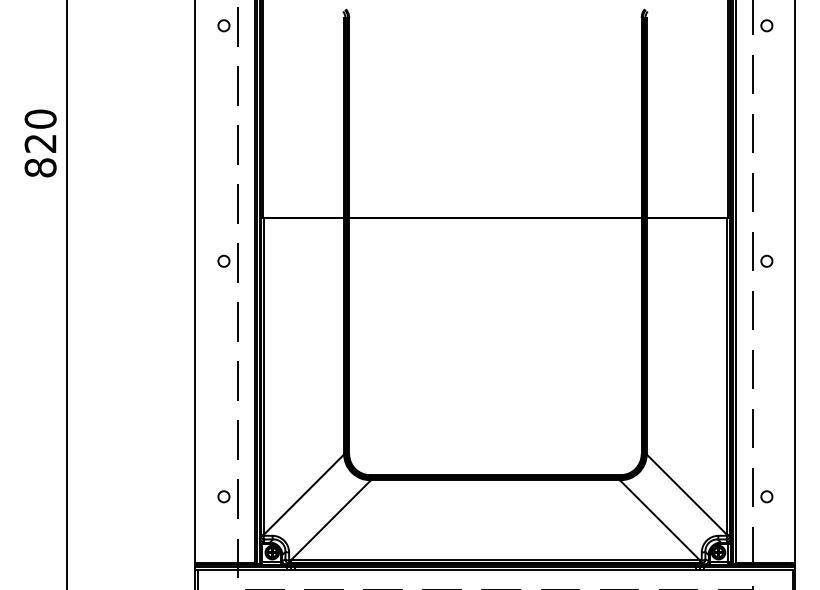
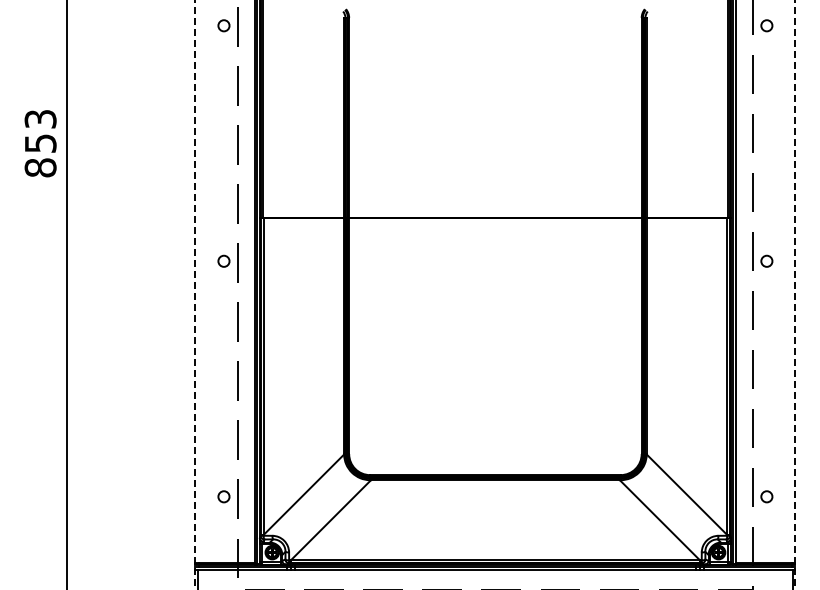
text at (40, 130): 820 -> 853
line at (195, 294): solid -> dashed
line at (795, 294): solid -> dashed
